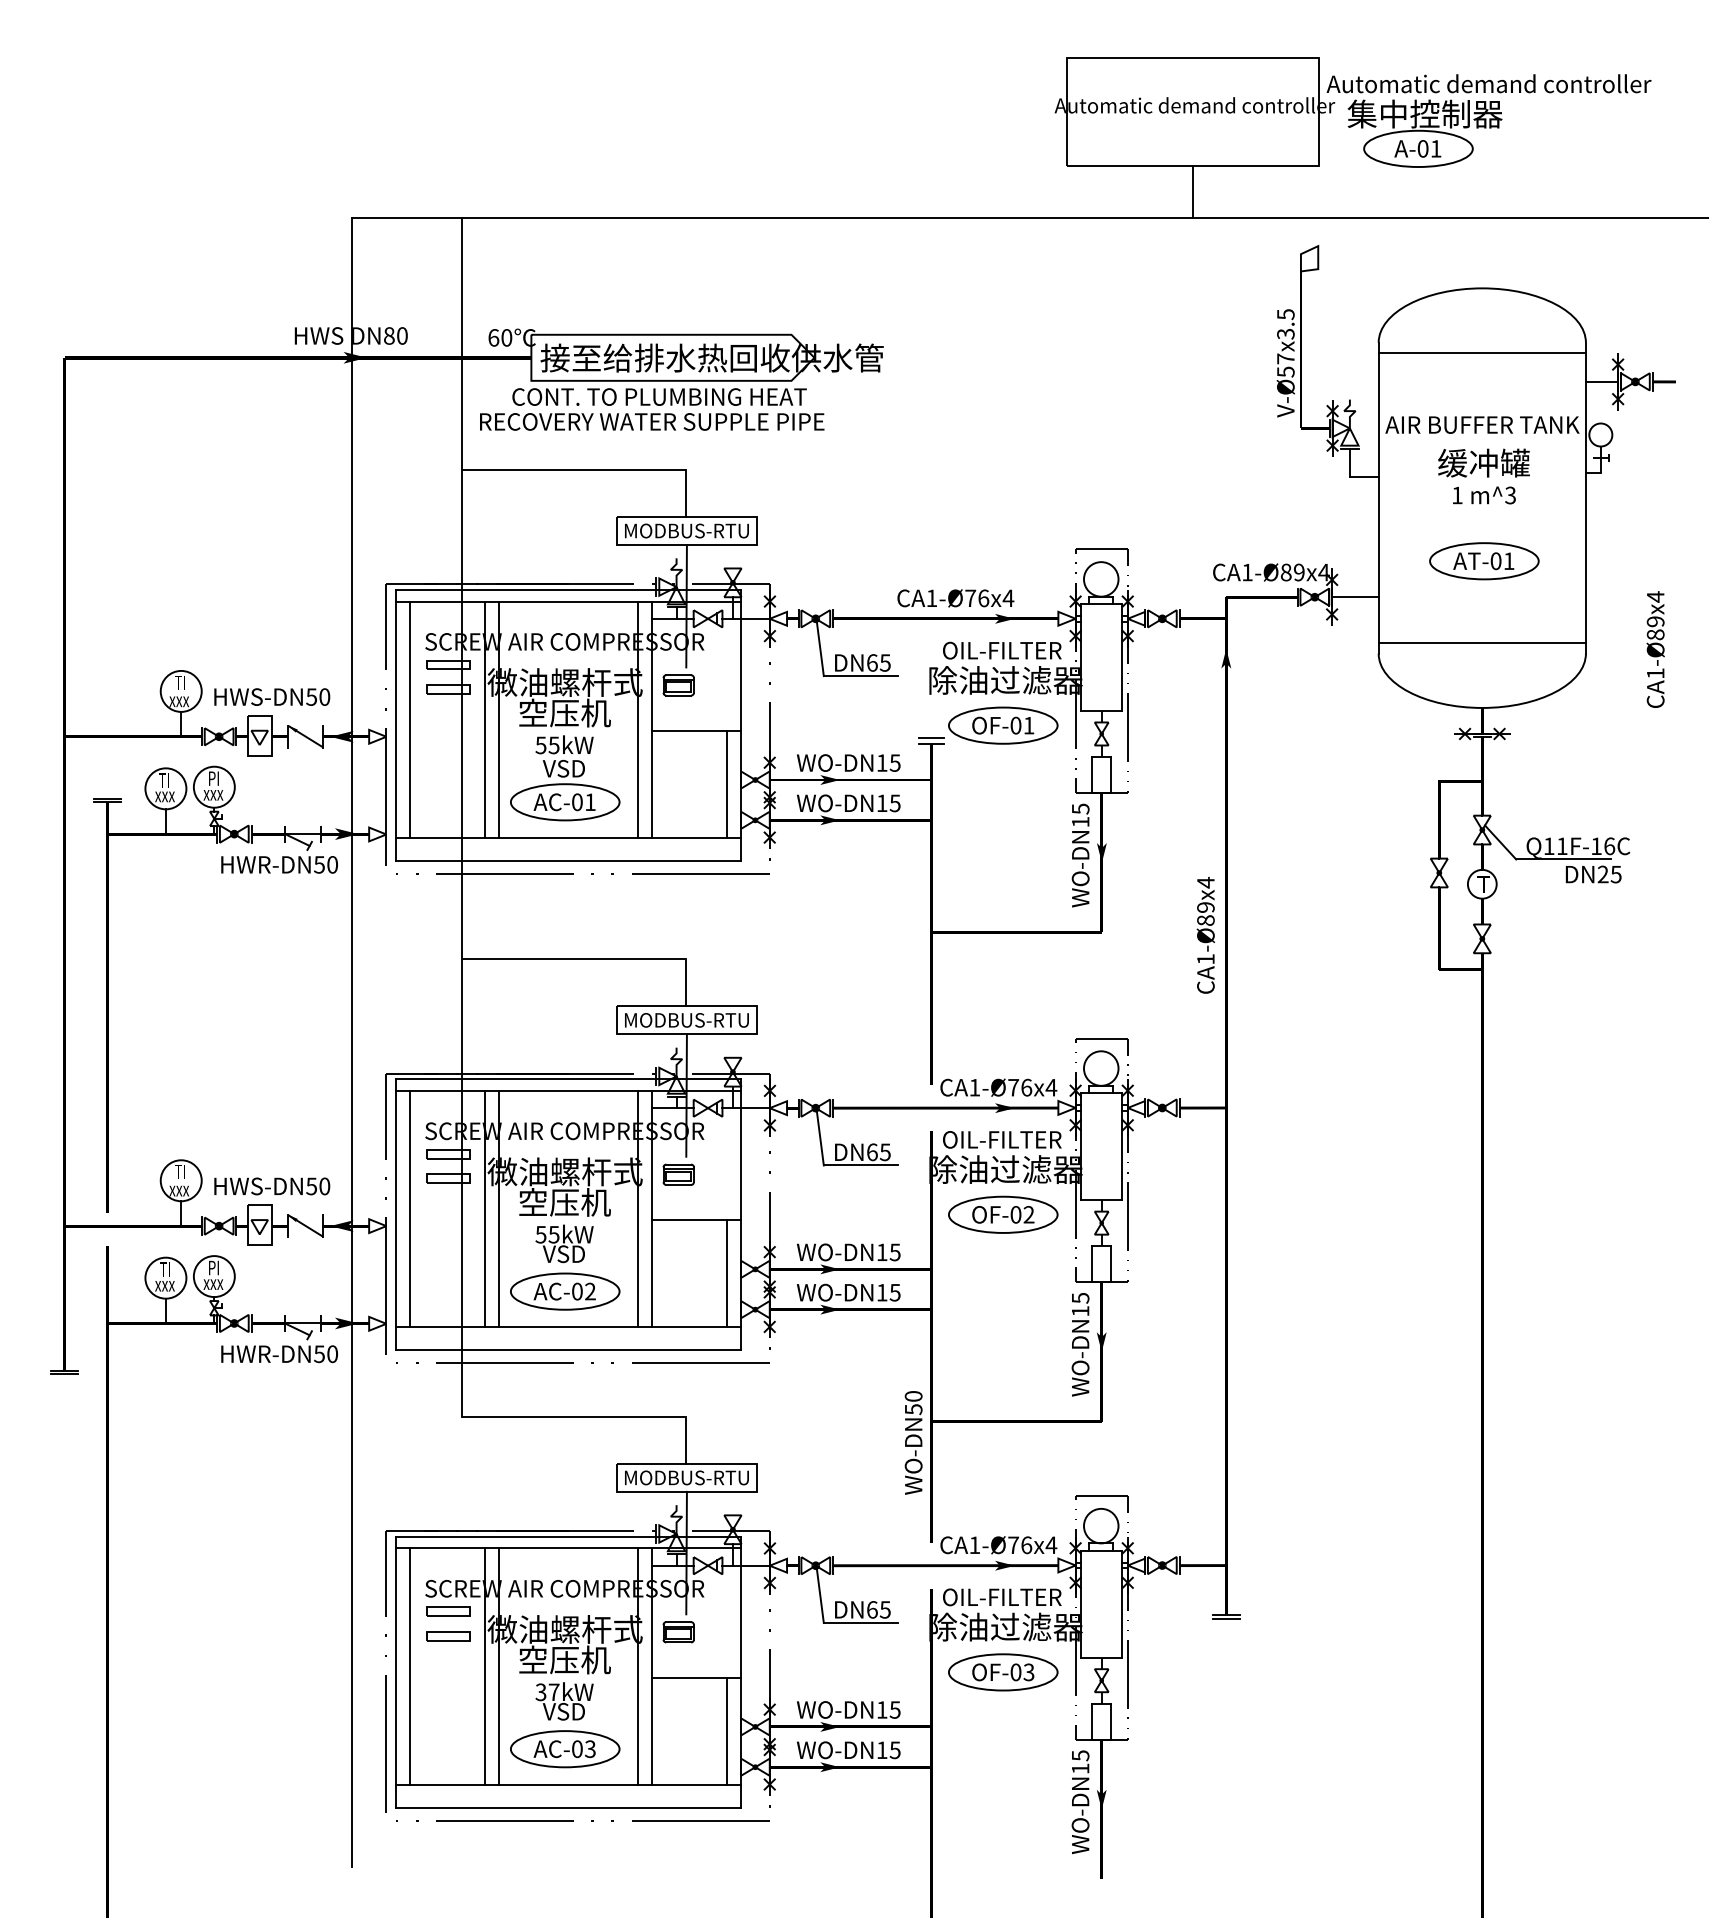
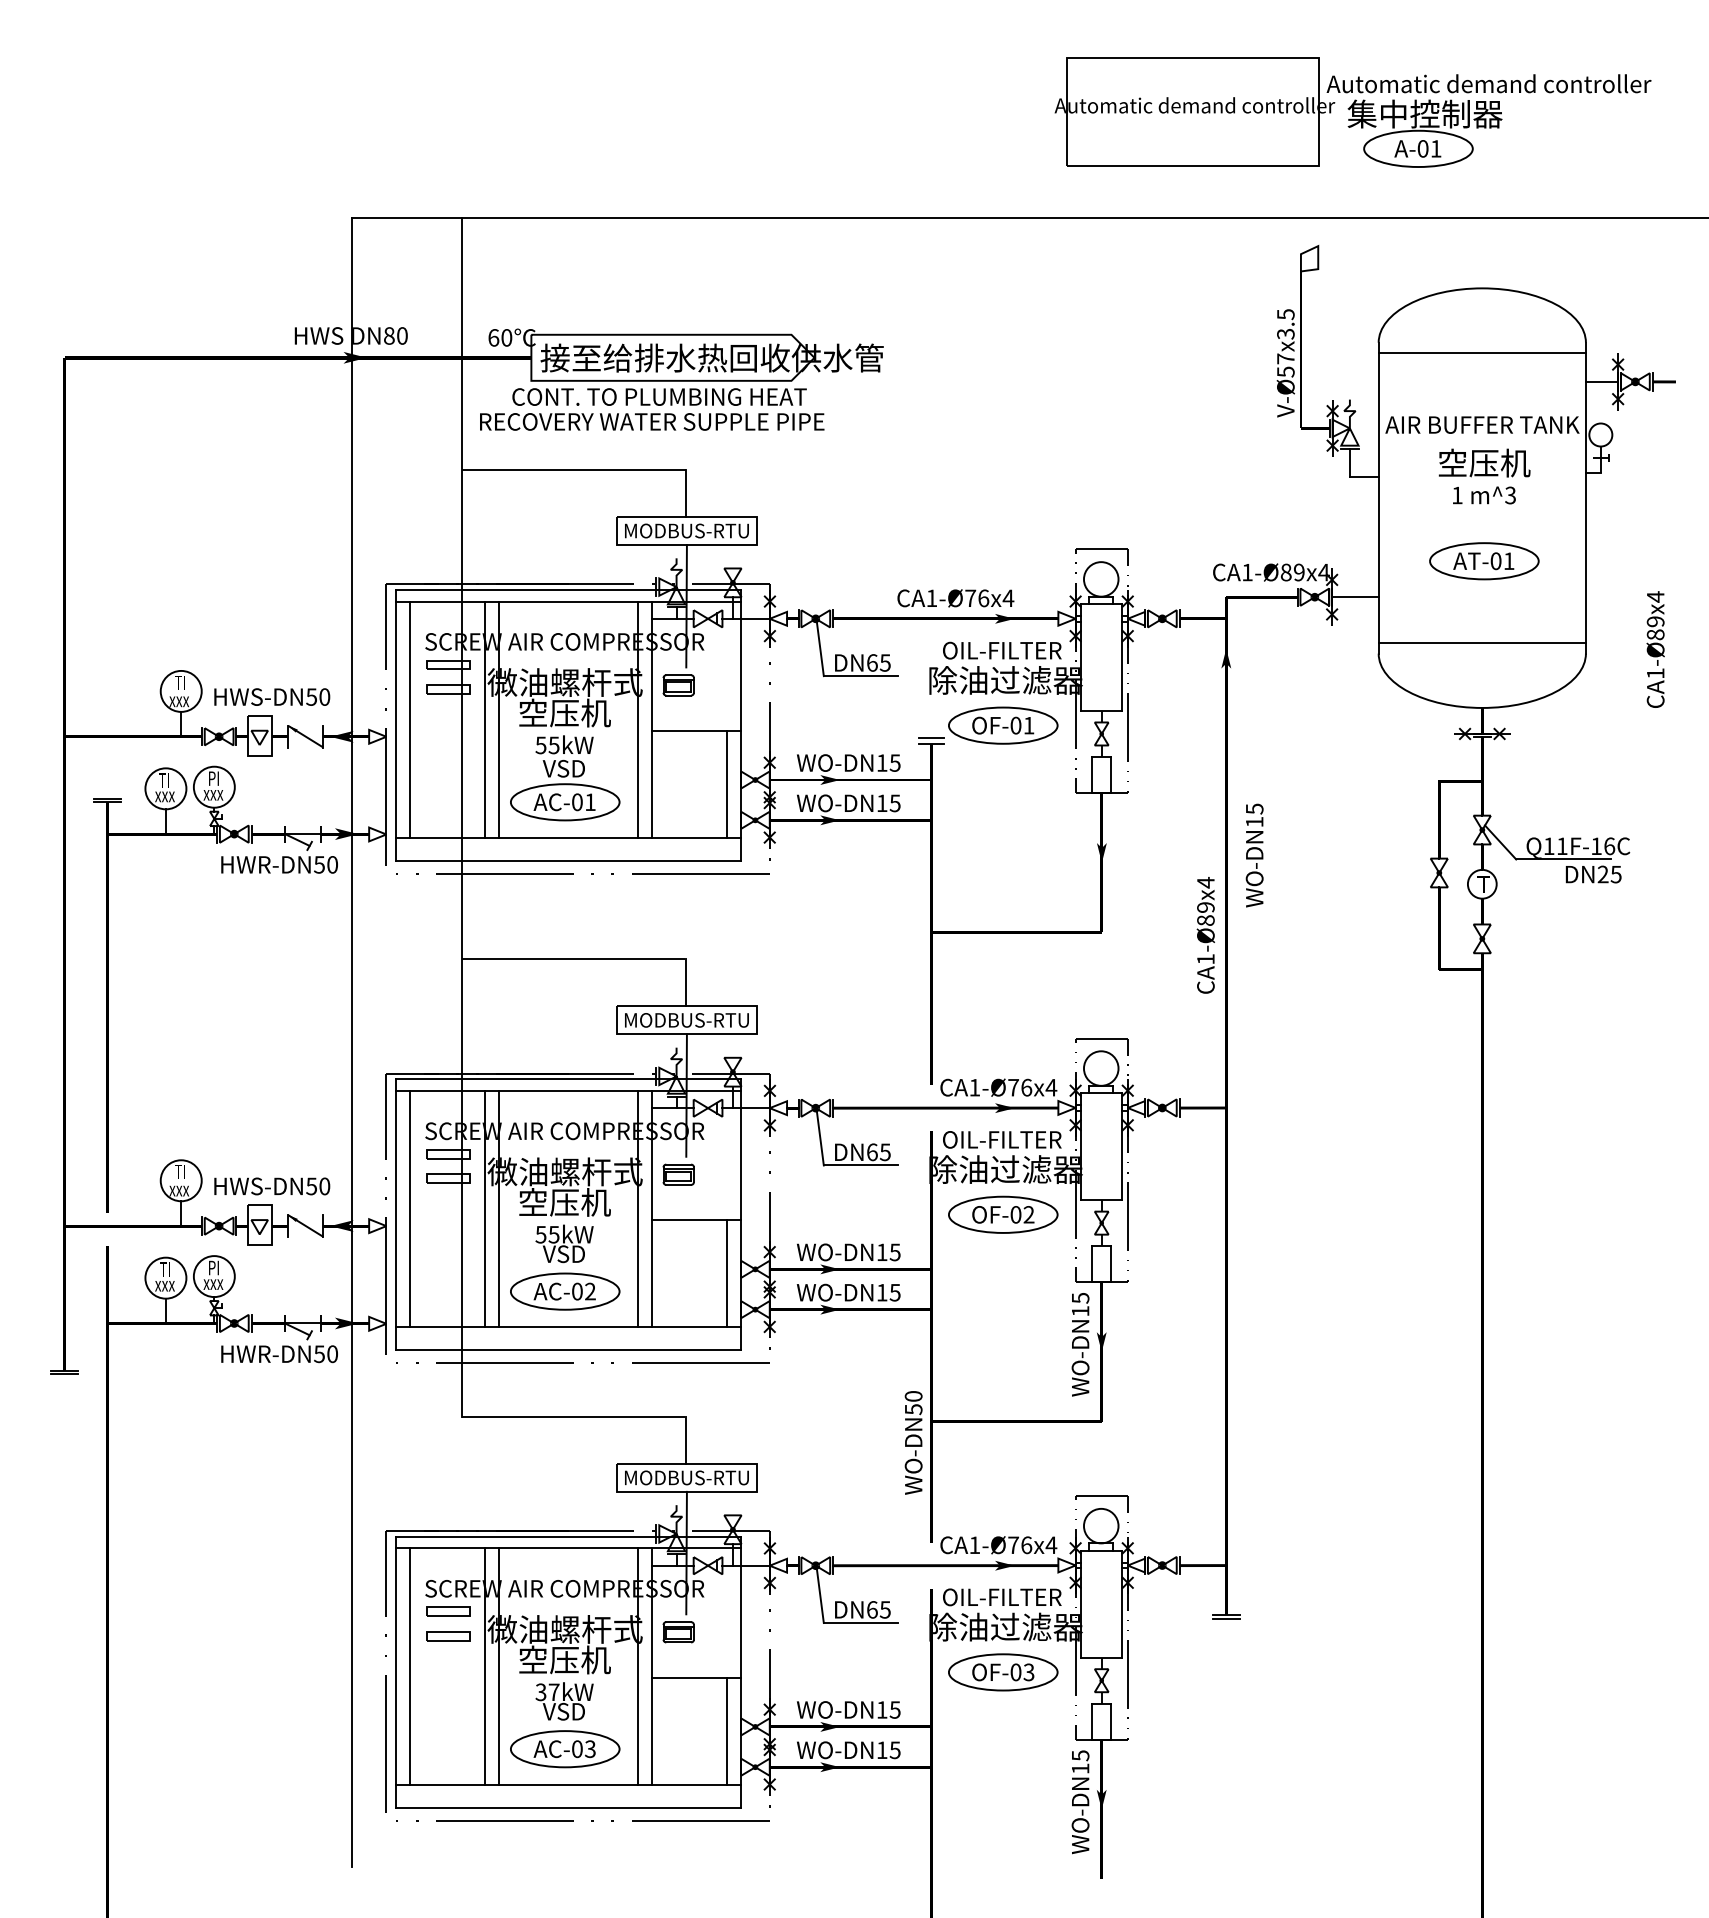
line at (1192, 191): present -> none
text at (1484, 462): 缓冲罐 -> 空压机
text at (1080, 855) position: (1080, 855) -> (1254, 855)
